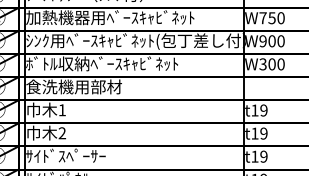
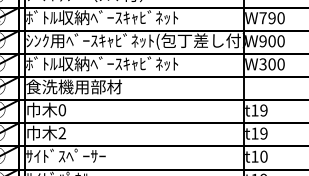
text at (110, 17): 加熱機器用ﾍﾞｰｽｷｬﾋﾞﾈｯﾄ -> ﾎﾞﾄﾙ収納ﾍﾞｰｽｷｬﾋﾞﾈｯﾄ
text at (271, 18): W750 -> W790
text at (62, 110): 1 -> 0
text at (263, 156): t19 -> t10
